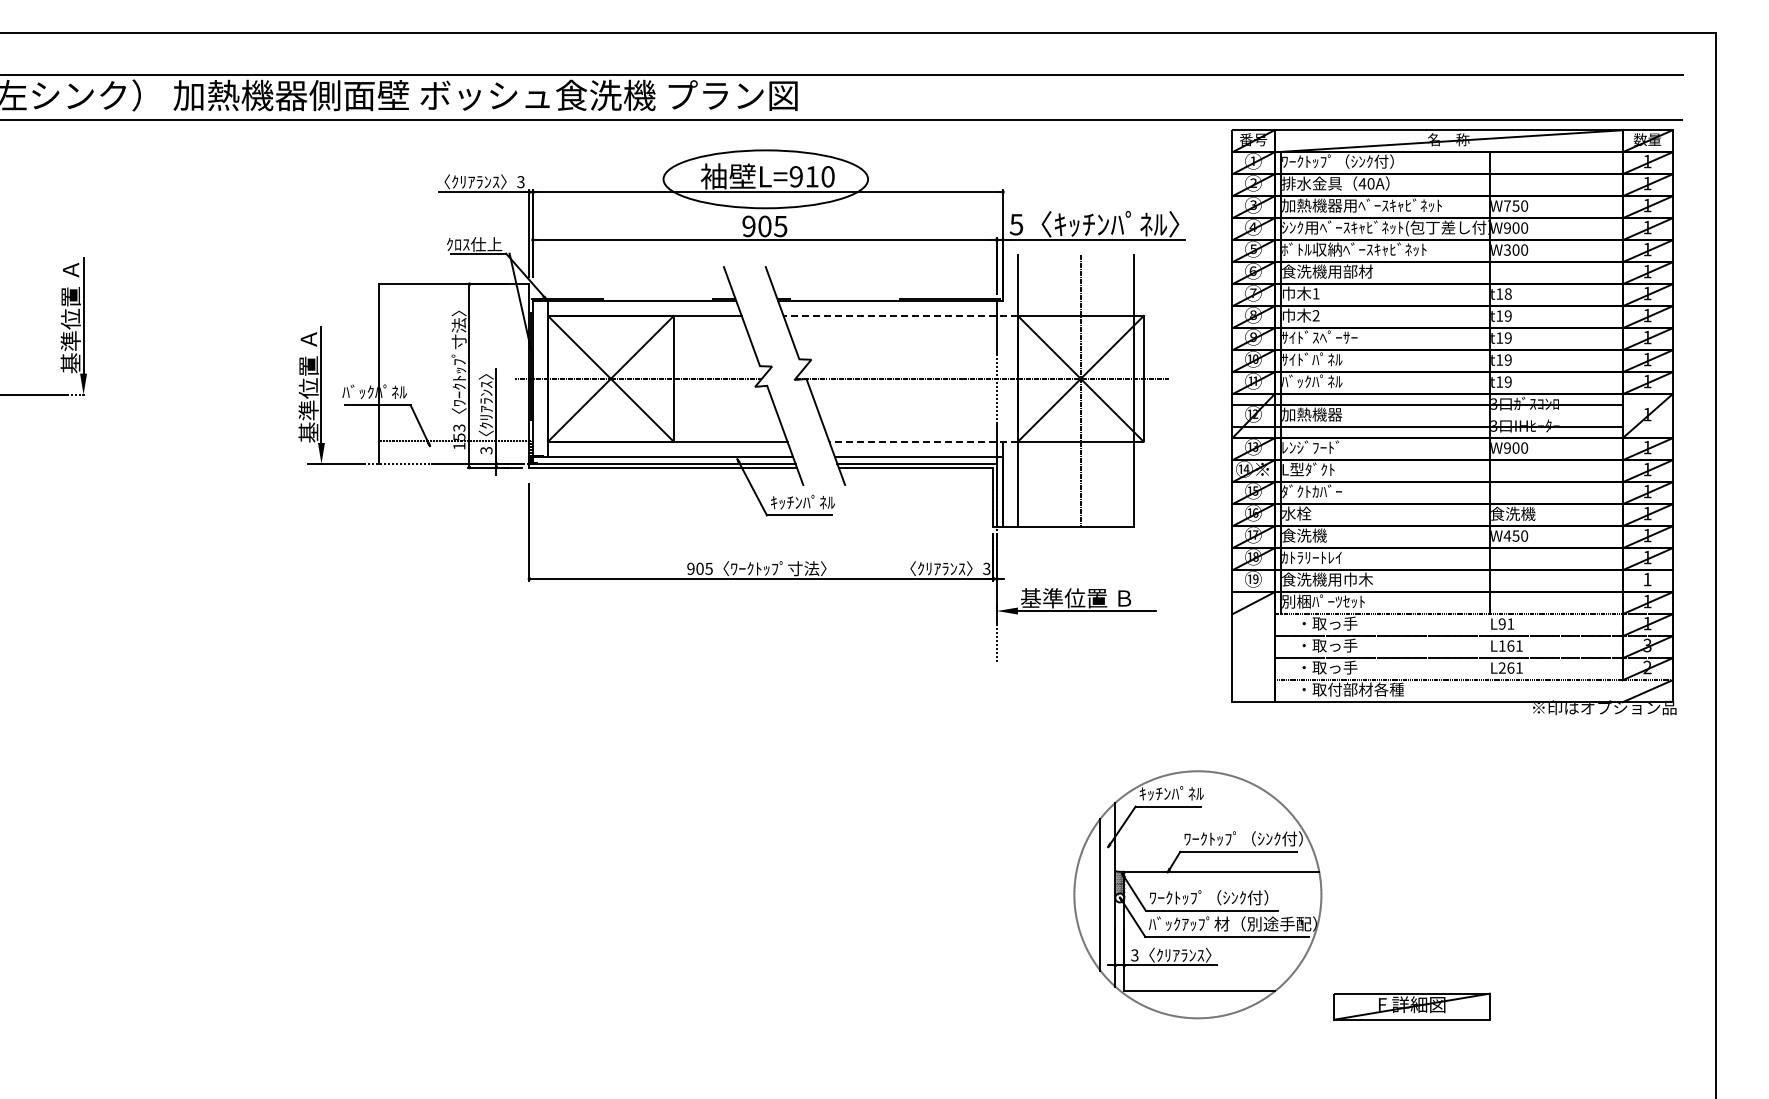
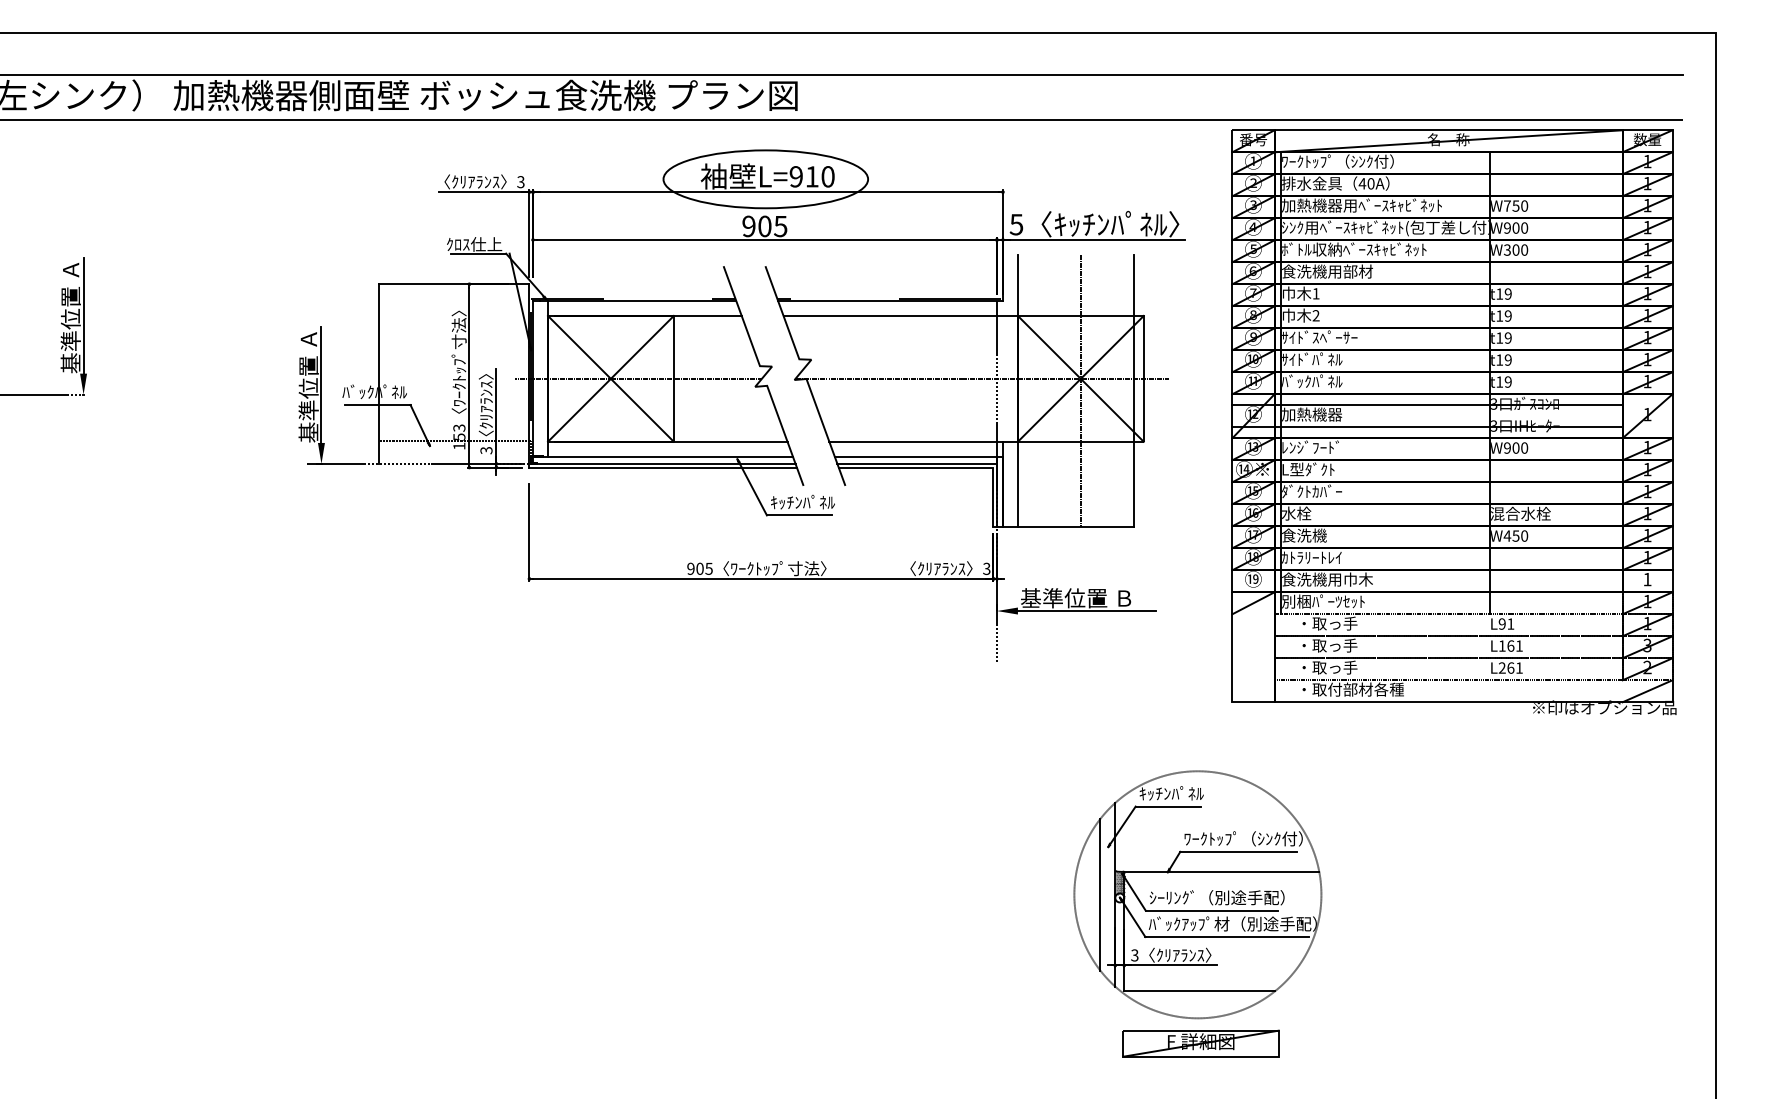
text at (1507, 293): t18 -> t19
line at (900, 315): dashed -> solid
line at (923, 441): dashed -> solid
text at (1520, 513): 食洗機 -> 混合水栓
text at (1216, 897): ﾜｰｸﾄｯﾌﾟ（ｼﾝｸ付） -> ｼｰﾘﾝｸﾞ（別途手配）
part at (1411, 1006) position: (1411, 1006) -> (1200, 1043)
